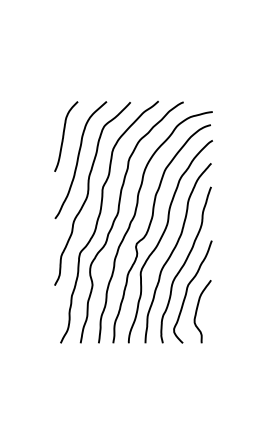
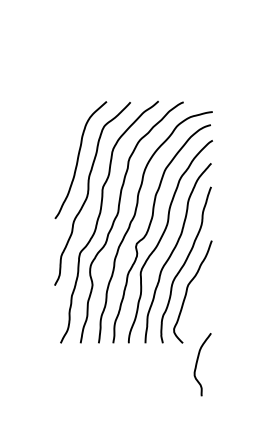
curve at (64, 136): present -> none
curve at (197, 311) position: (197, 311) -> (197, 364)
